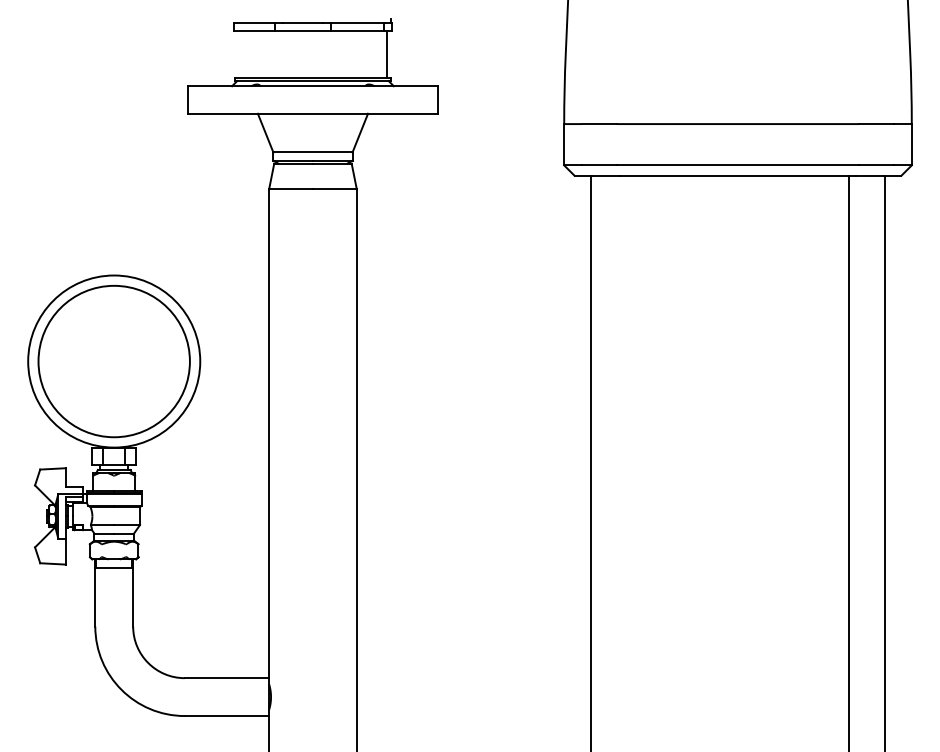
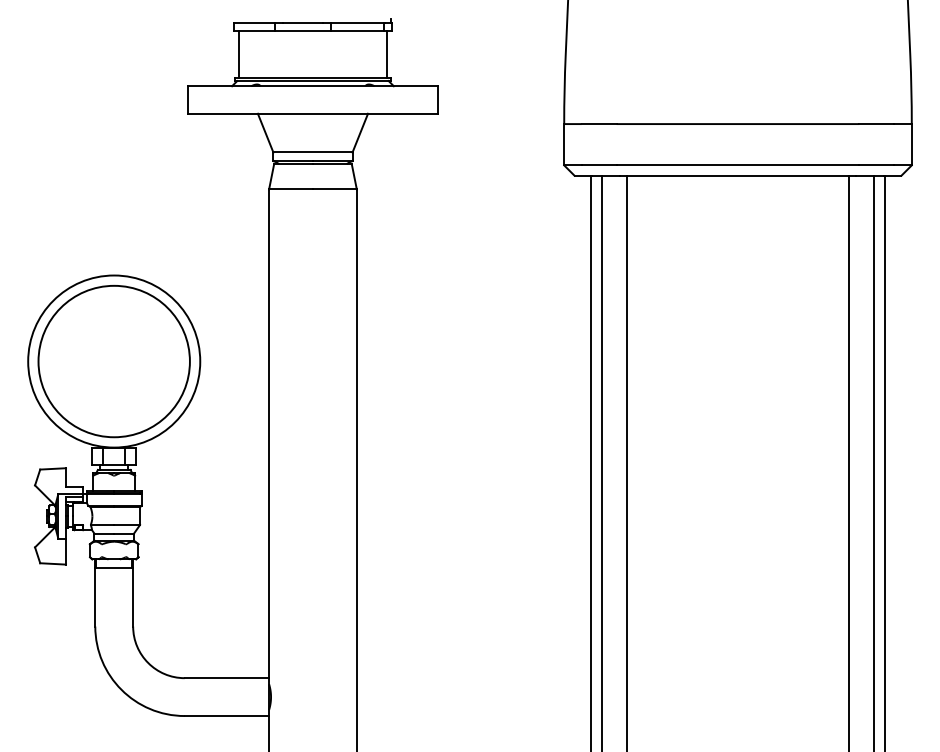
line at (238, 54): none -> present
line at (602, 461): none -> present
line at (626, 461): none -> present
line at (873, 461): none -> present
